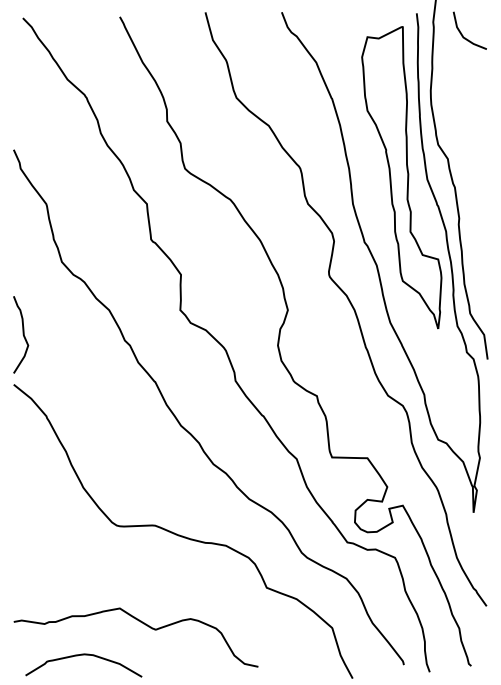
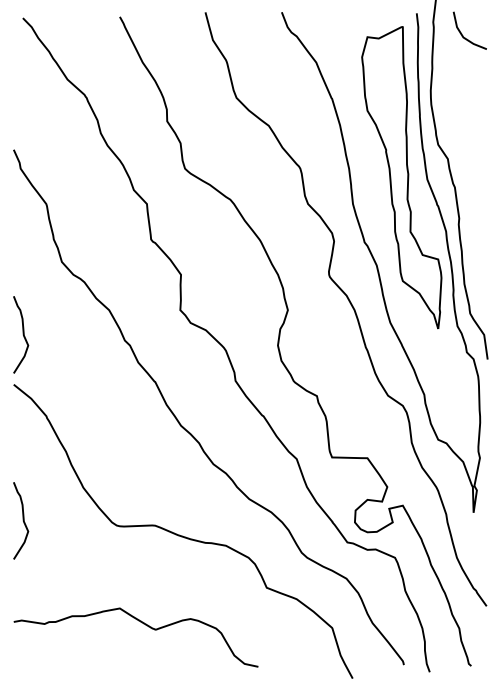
curve at (22, 520): none -> present
curve at (83, 655): present -> none
